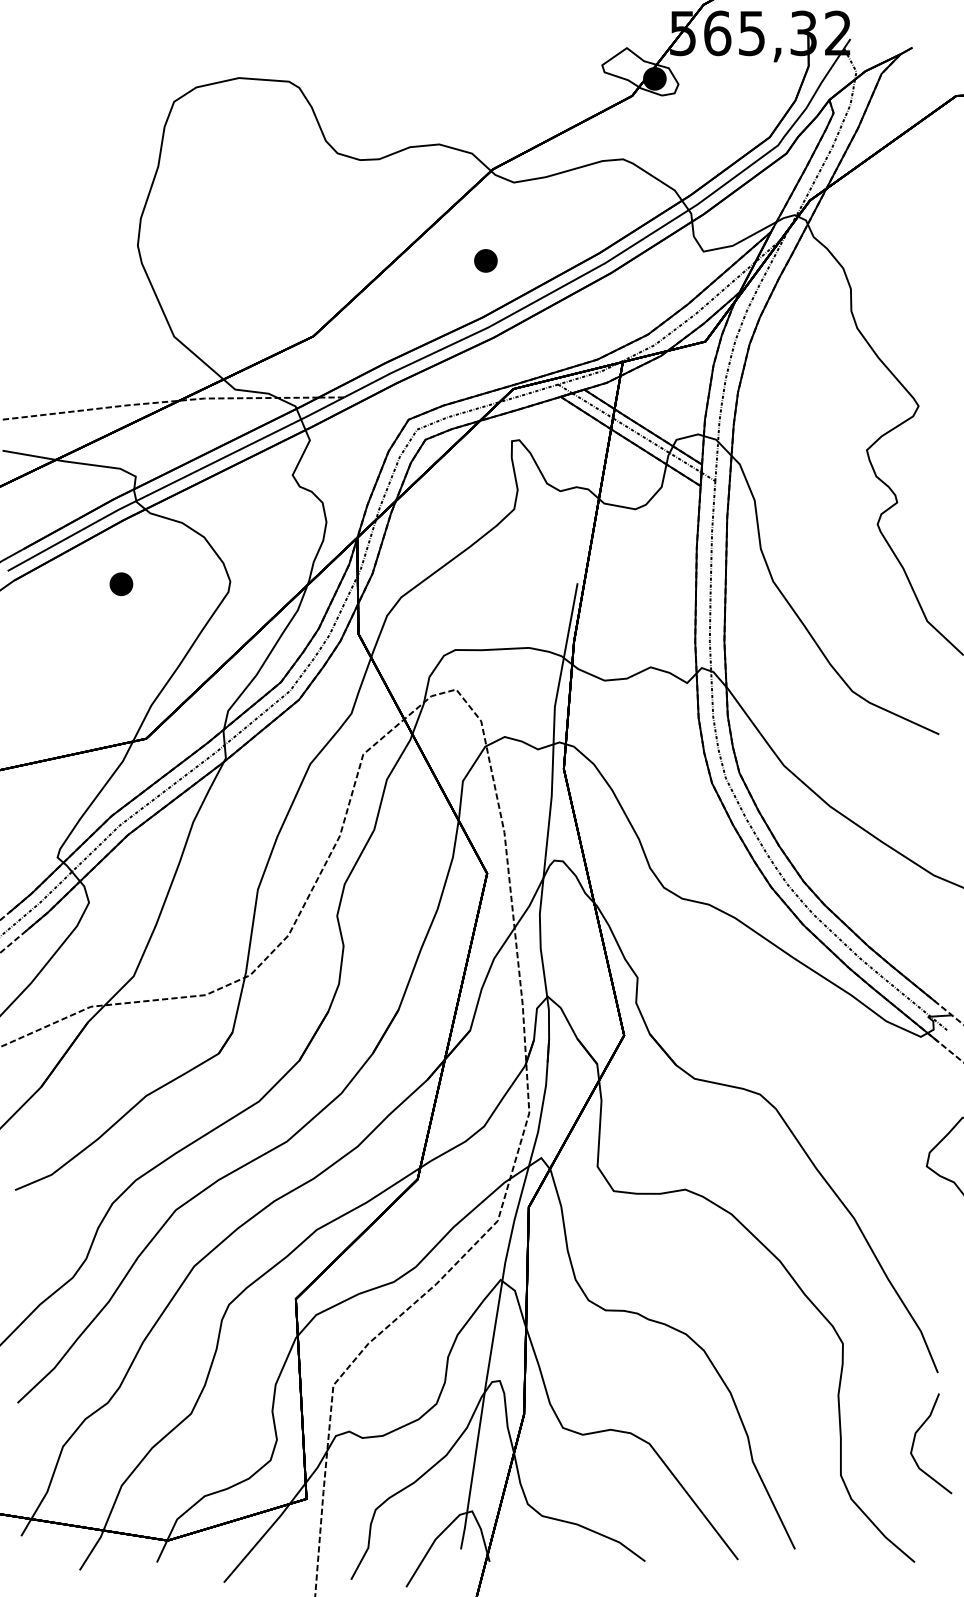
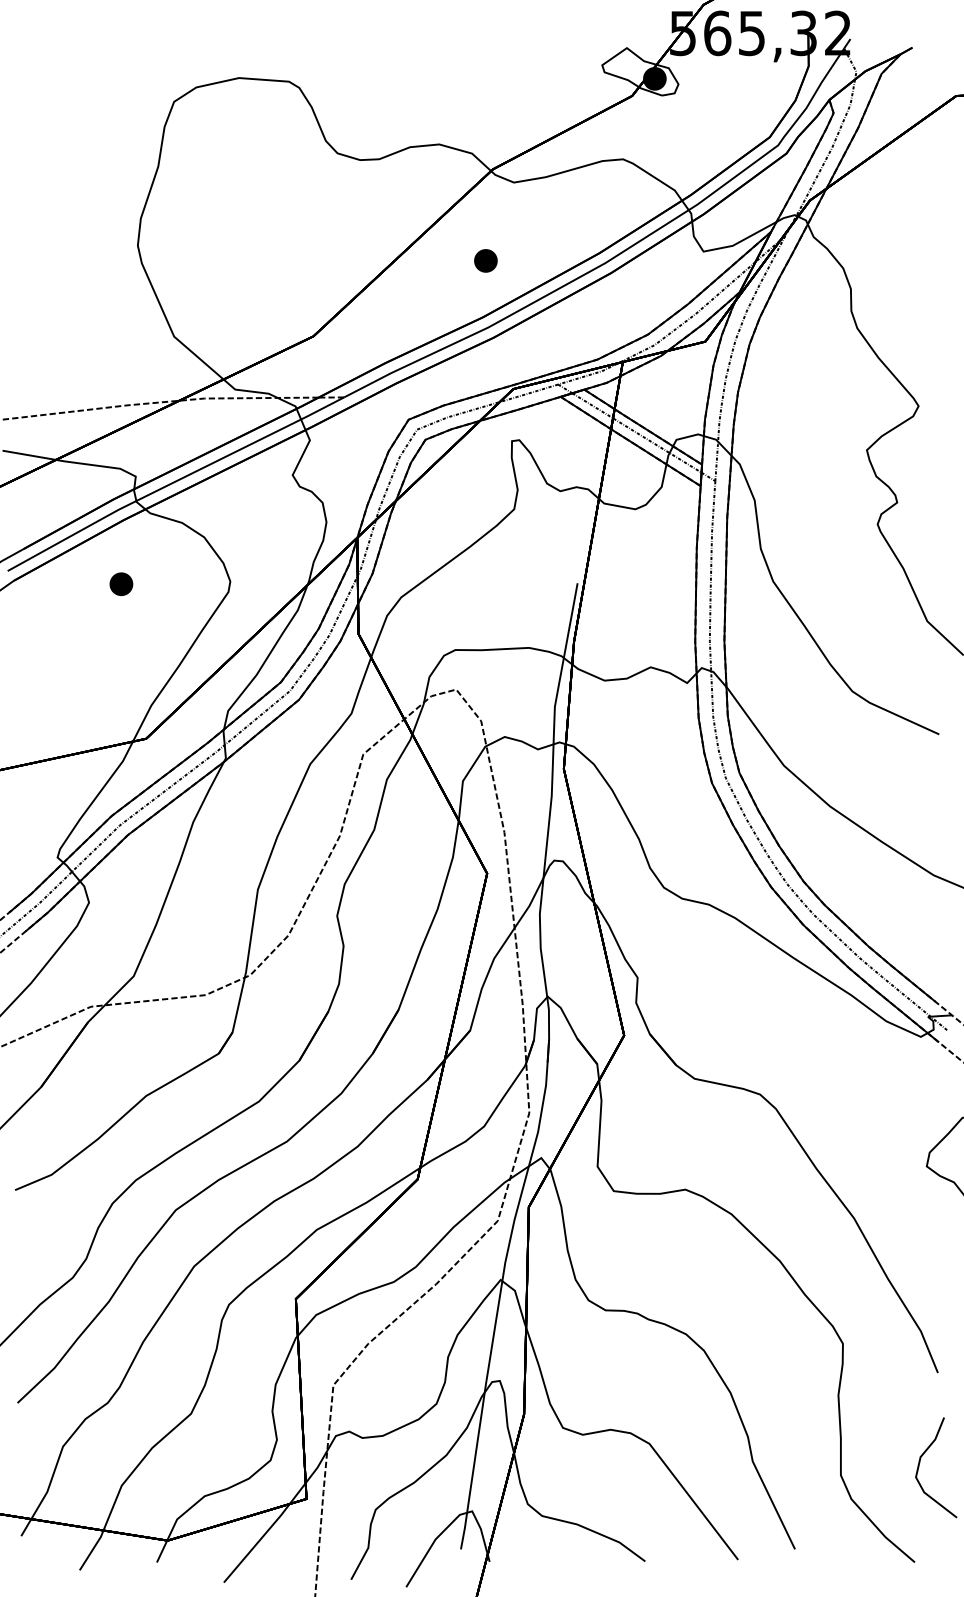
curve at (915, 1439) position: (915, 1439) -> (920, 1463)
